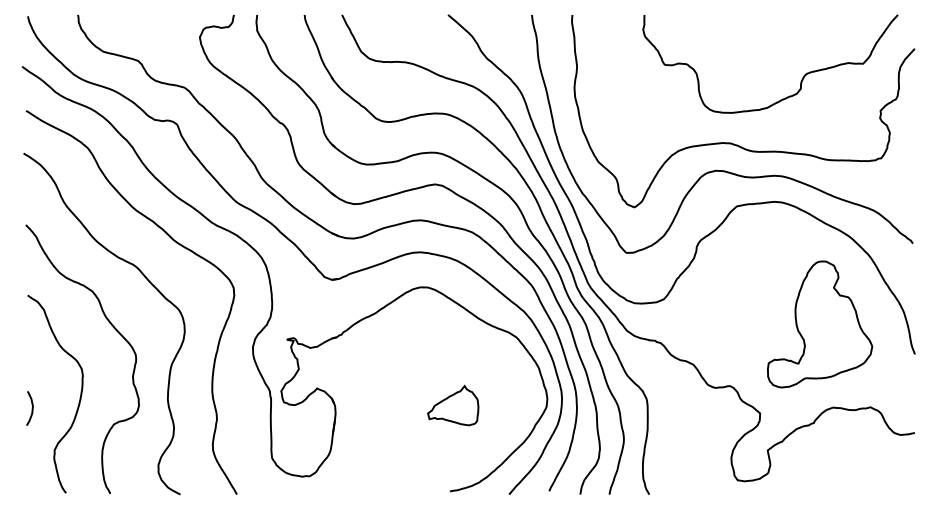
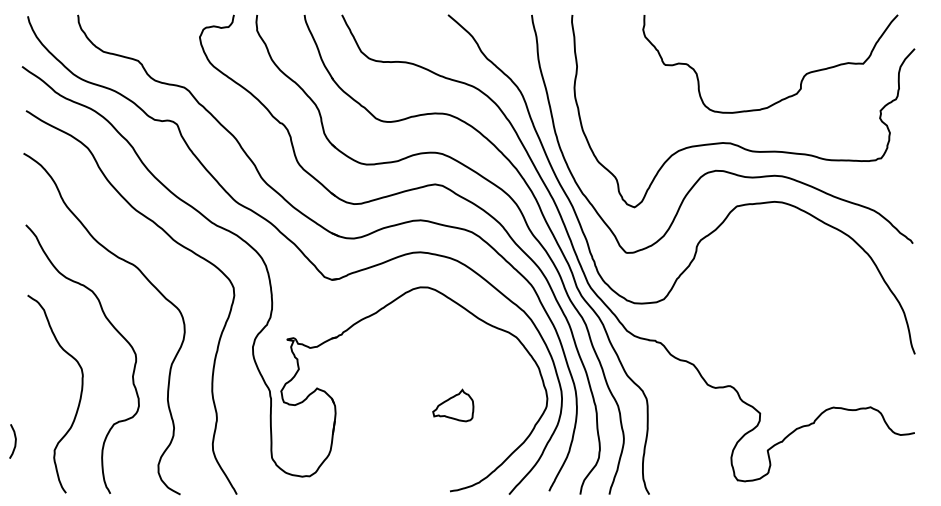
part at (820, 324): present -> none
part at (453, 405) size: 53x43 px -> 43x35 px
curve at (31, 408) position: (31, 408) -> (14, 441)
